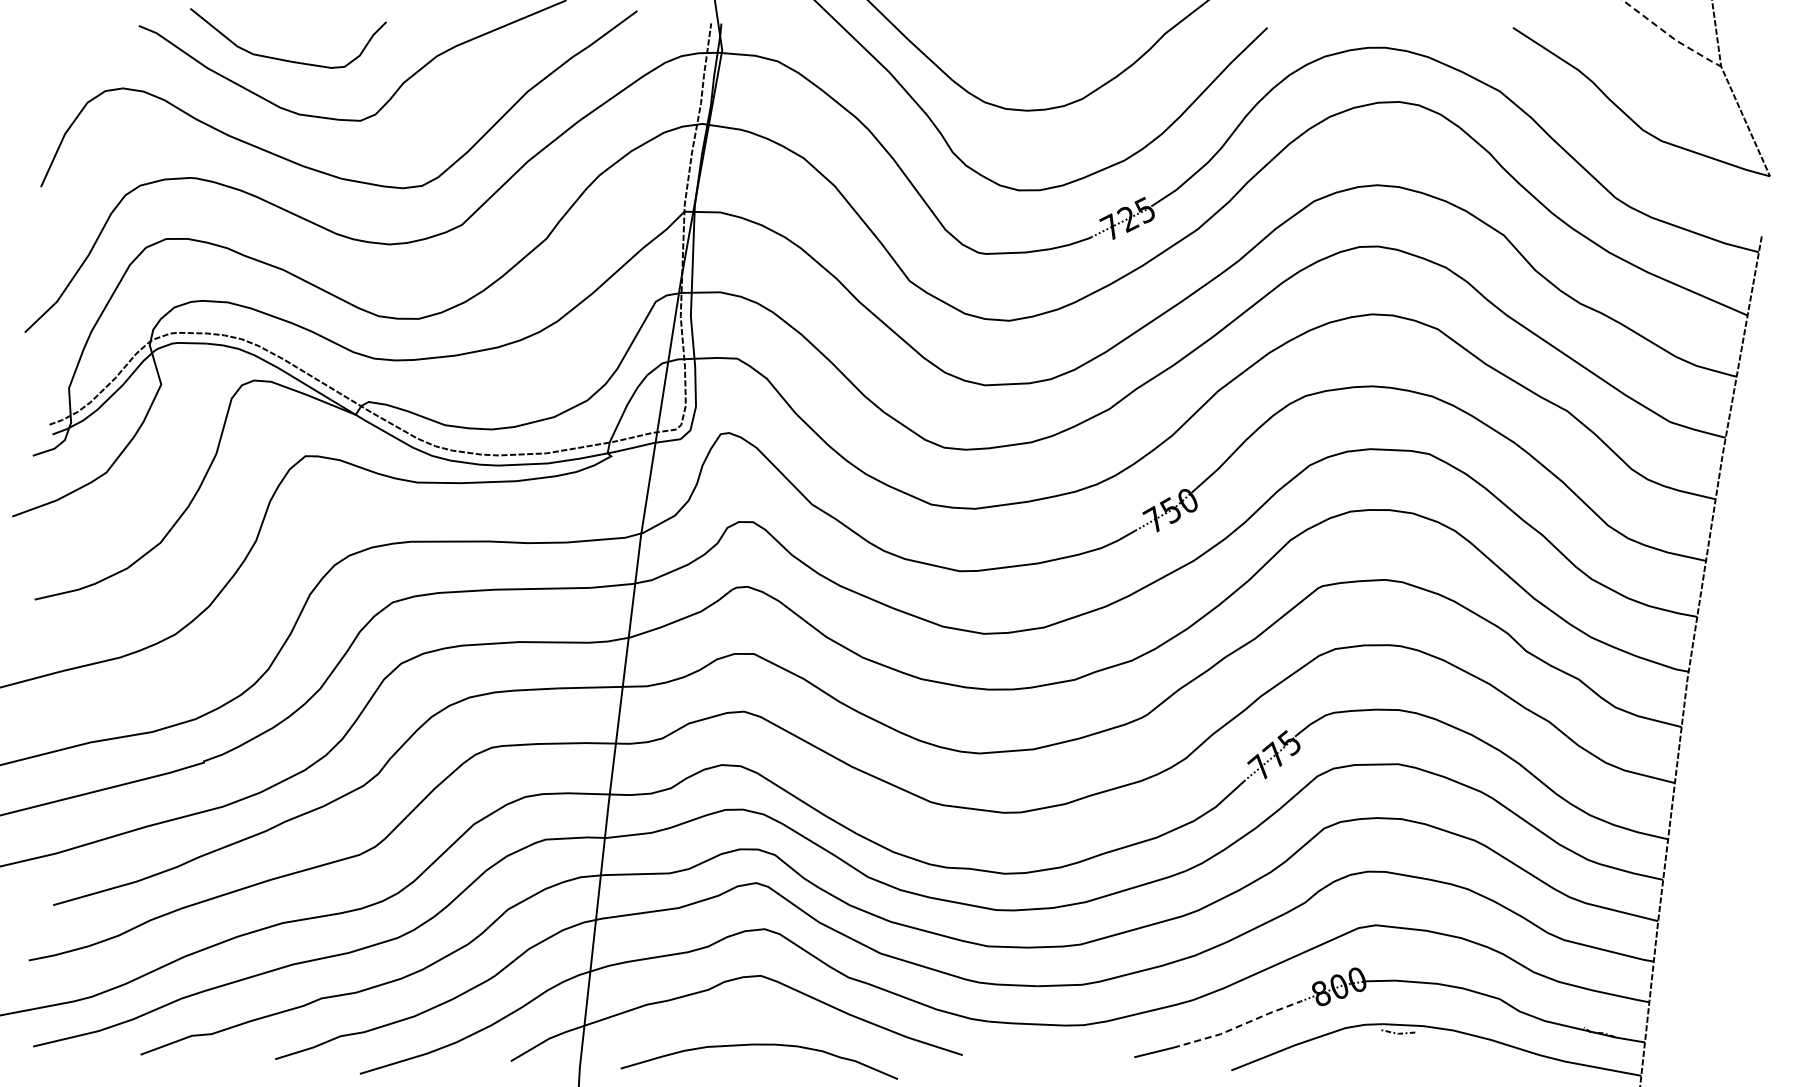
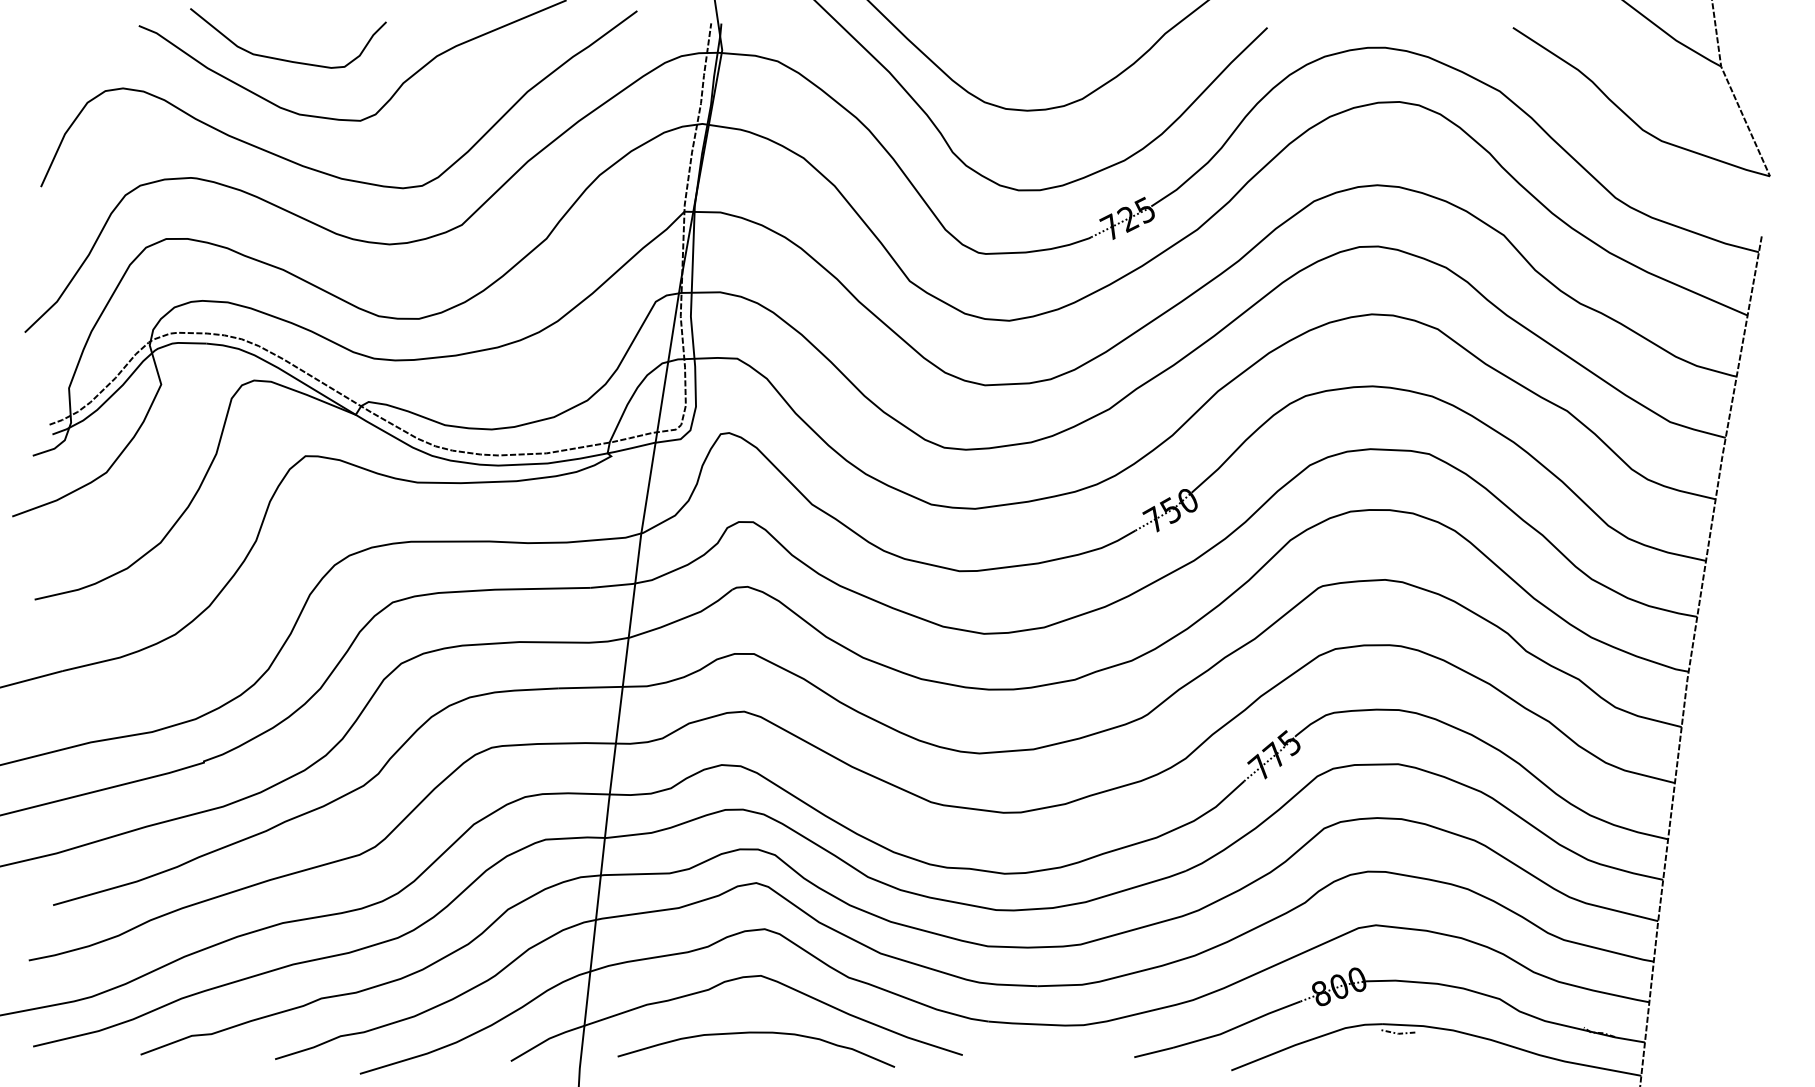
line at (1671, 37): dashed -> solid
line at (1237, 1026): dashed -> solid
curve at (759, 1045) position: (759, 1045) -> (756, 1033)
